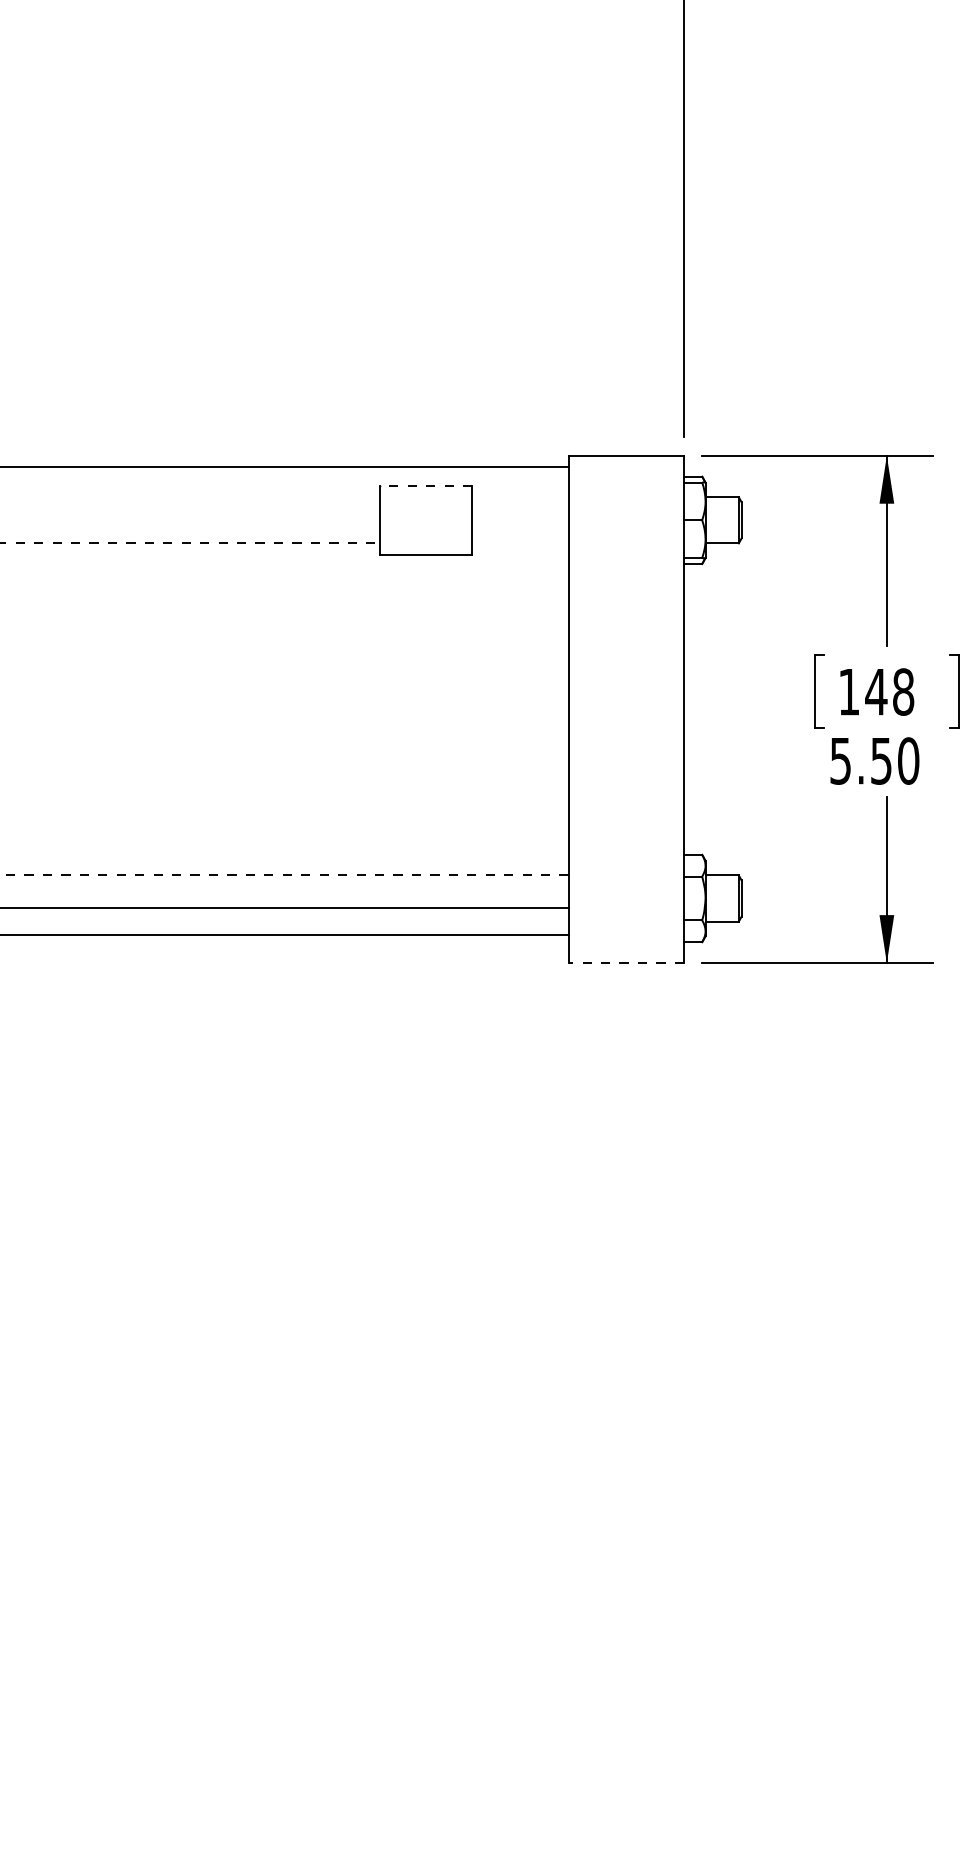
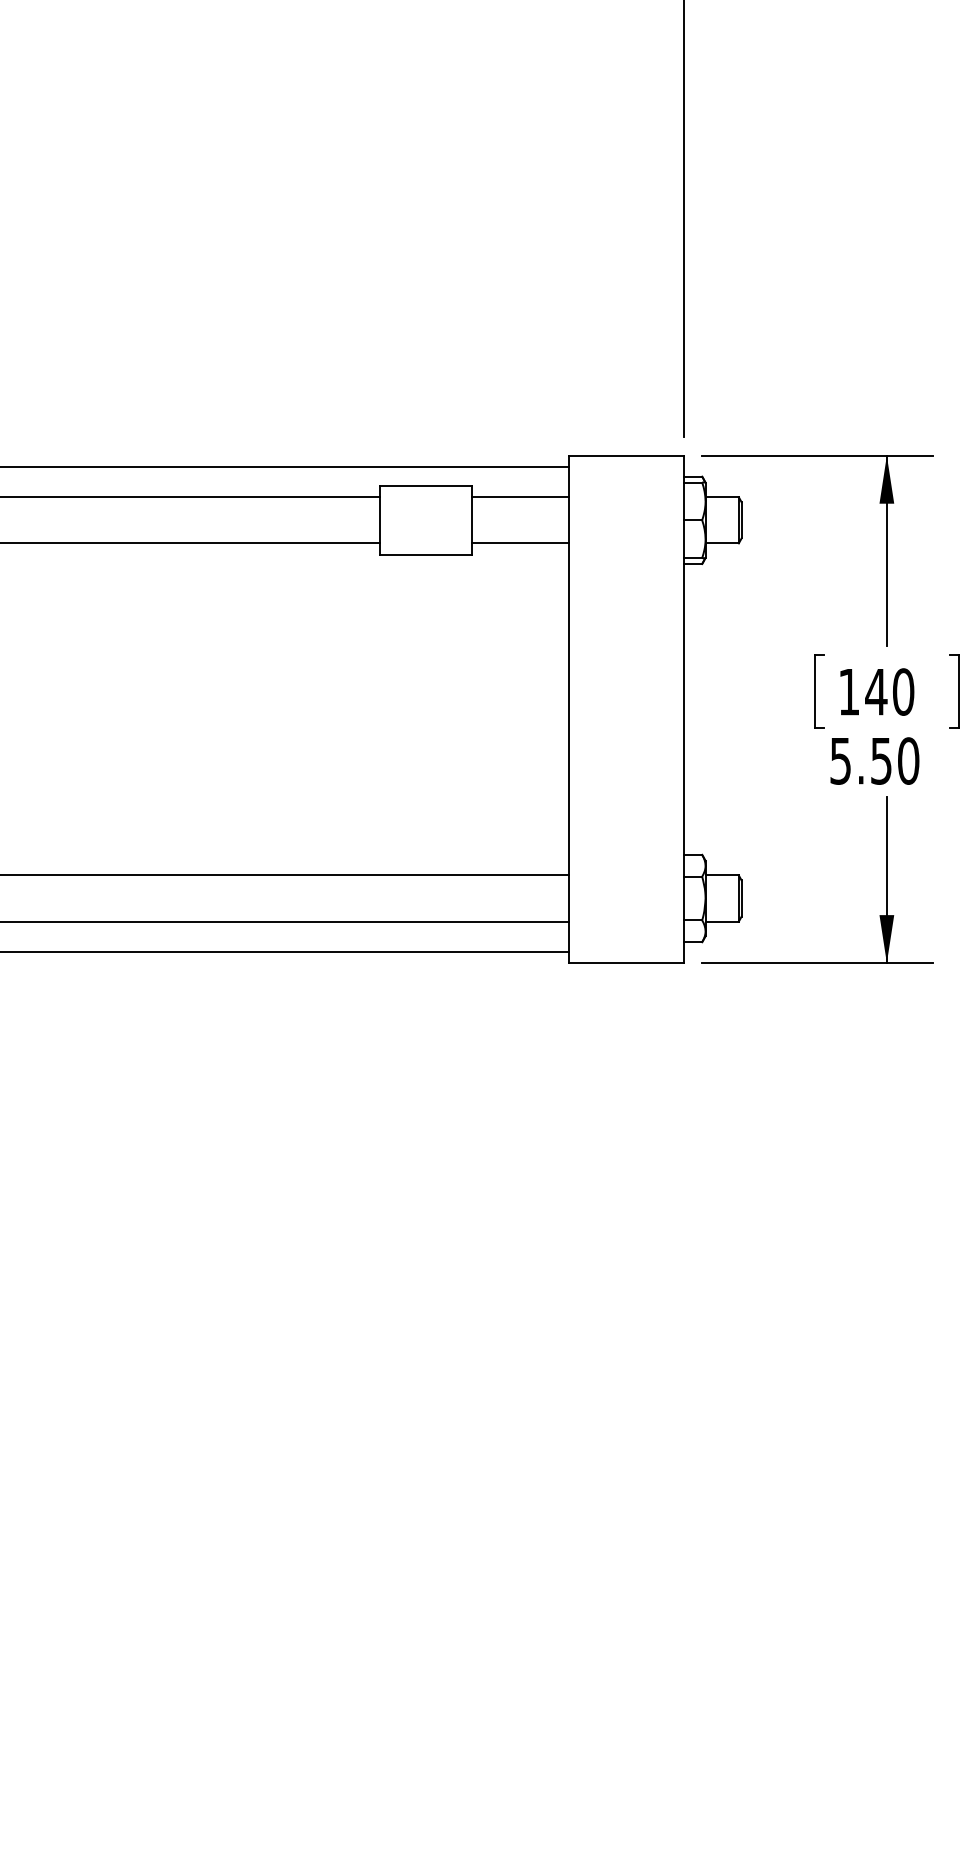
line at (425, 485): dashed -> solid
line at (191, 497): none -> present
line at (520, 497): none -> present
line at (190, 543): dashed -> solid
line at (520, 543): none -> present
text at (903, 691): 148 -> 140
line at (284, 875): dashed -> solid
line at (285, 907) position: (285, 907) -> (285, 921)
line at (285, 934) position: (285, 934) -> (285, 951)
line at (626, 963): dashed -> solid
